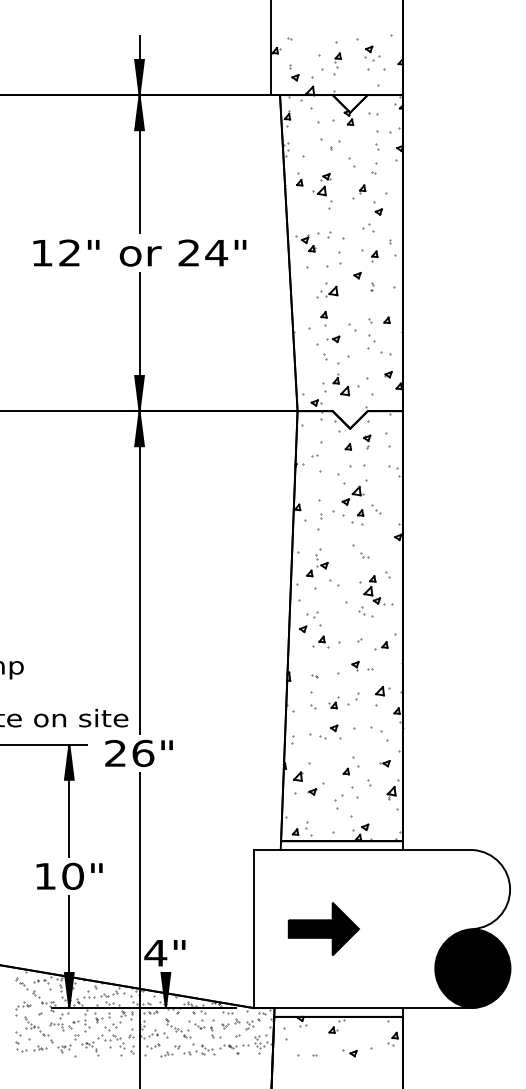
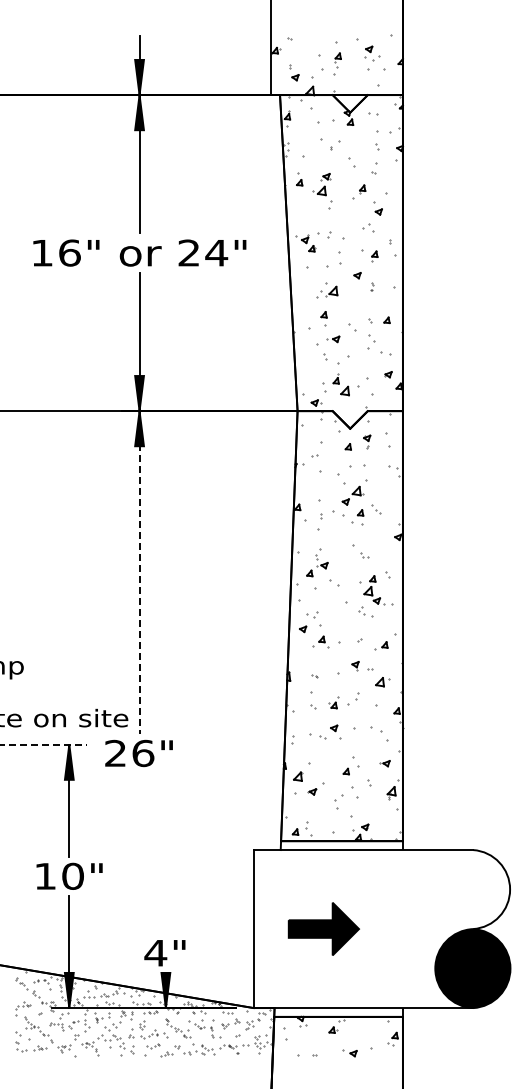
text at (69, 252): 12" -> 16"
line at (139, 572): solid -> dashed
part at (382, 691) position: (382, 691) -> (382, 682)
line at (43, 744): solid -> dashed
line at (139, 929): present -> none
